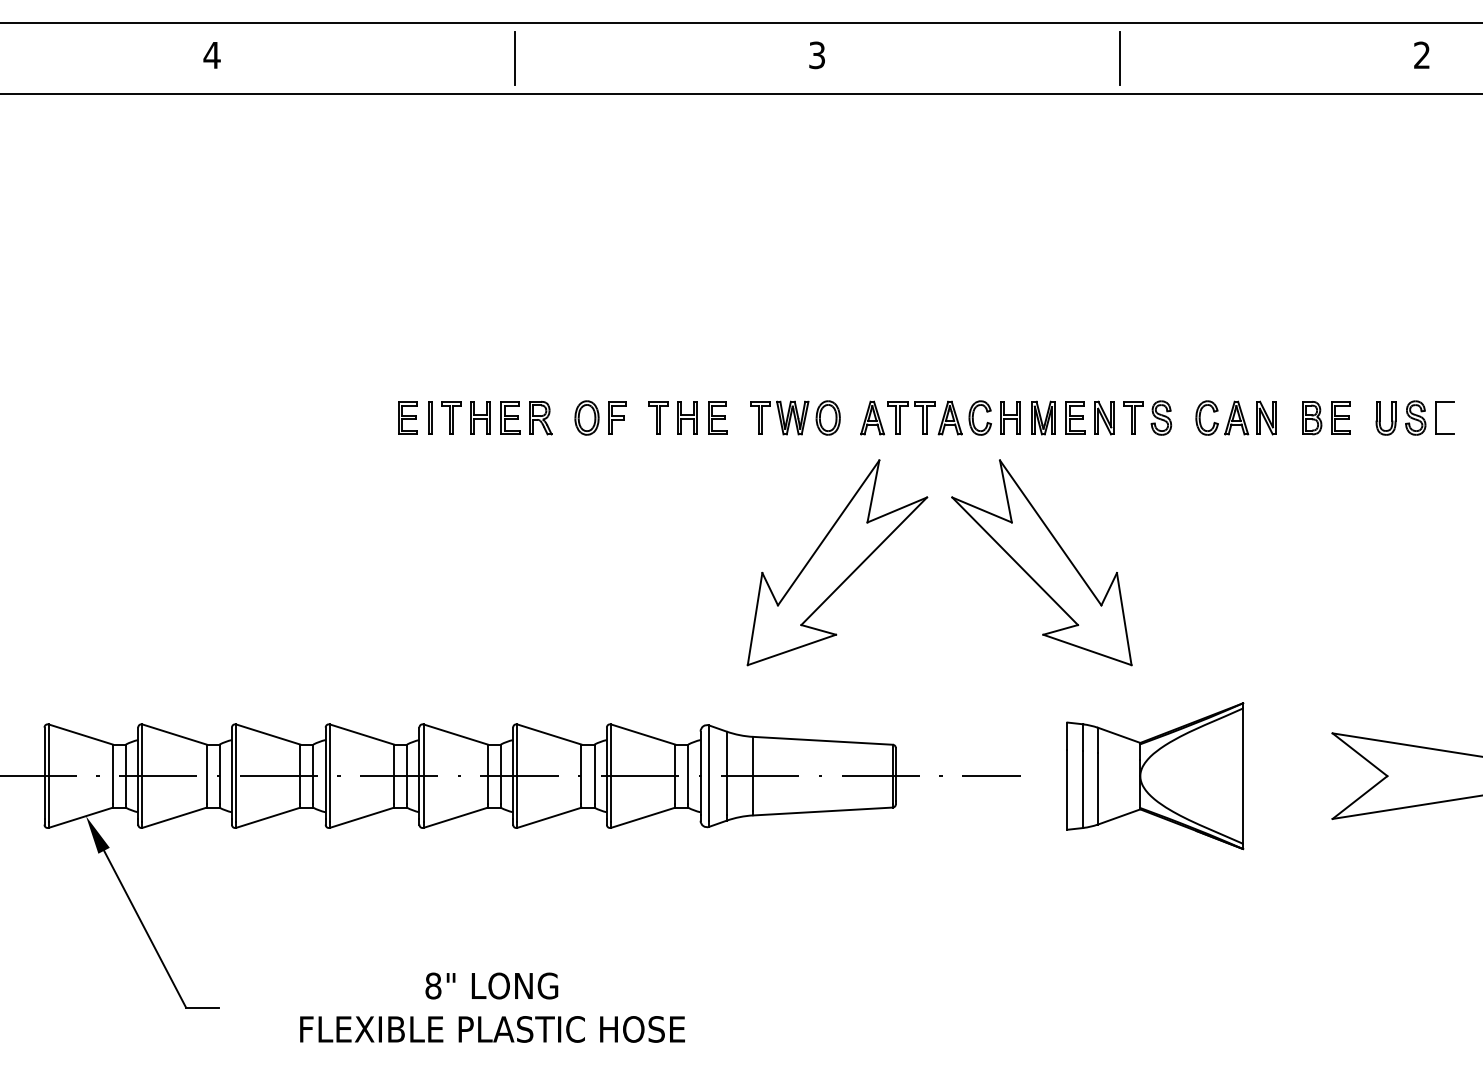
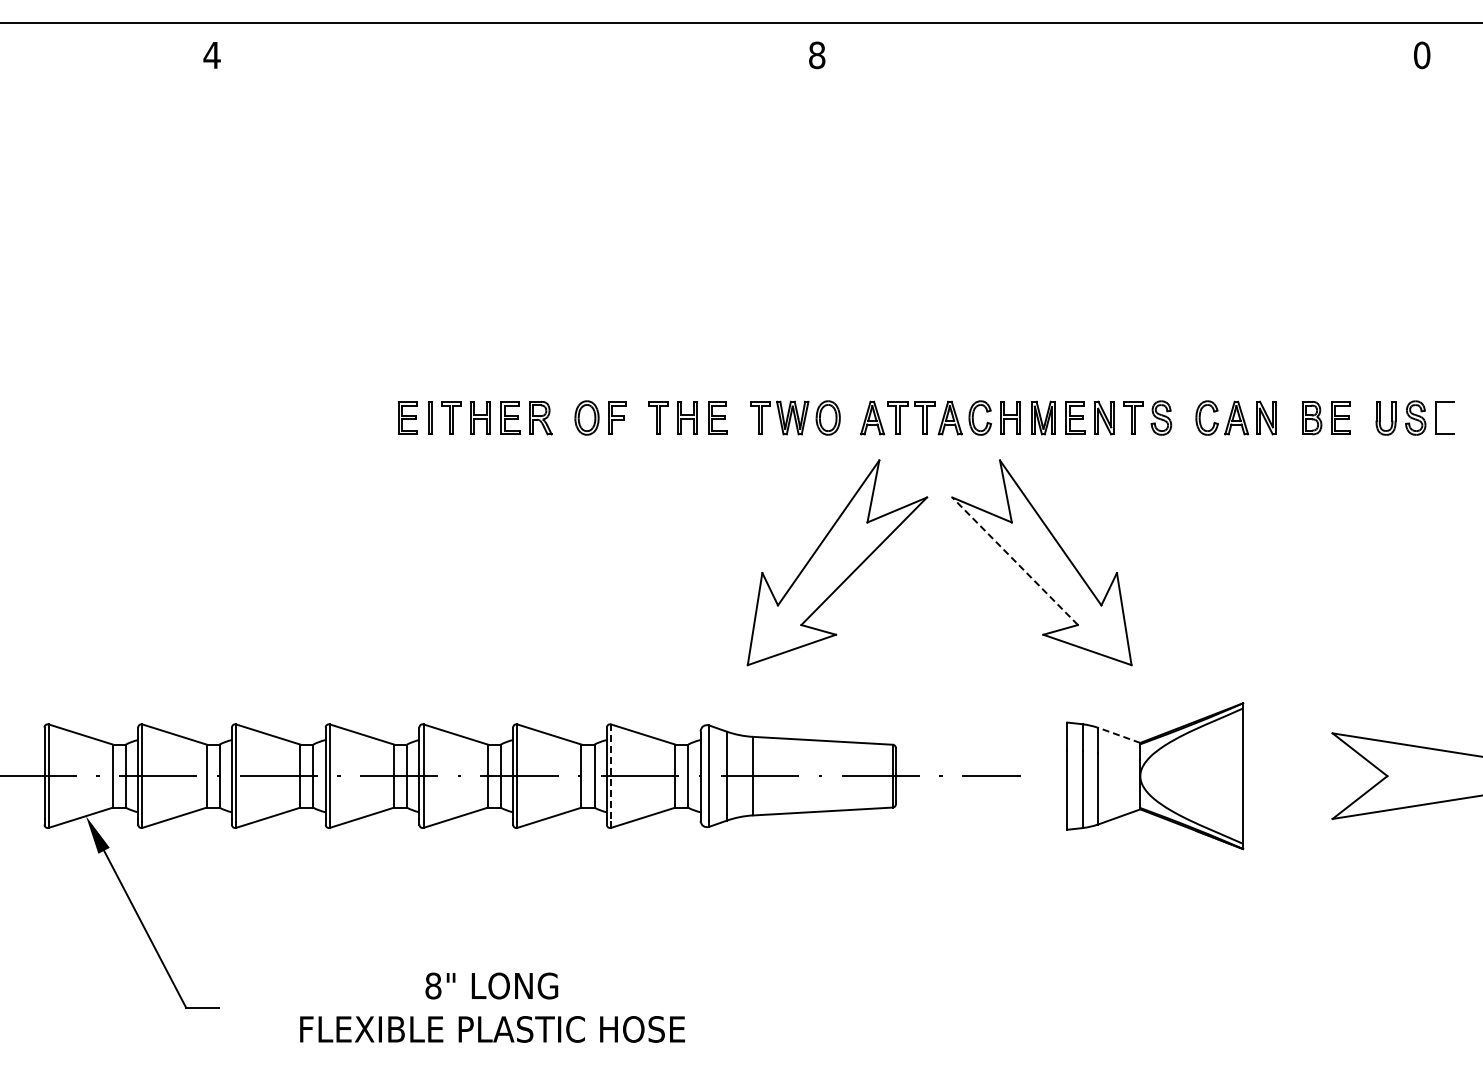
text at (817, 55): 3 -> 8
text at (1422, 55): 2 -> 0
line at (514, 58): present -> none
line at (1119, 58): present -> none
line at (740, 94): present -> none
line at (1015, 561): solid -> dashed
line at (1119, 735): solid -> dashed
line at (611, 773): solid -> dashed
